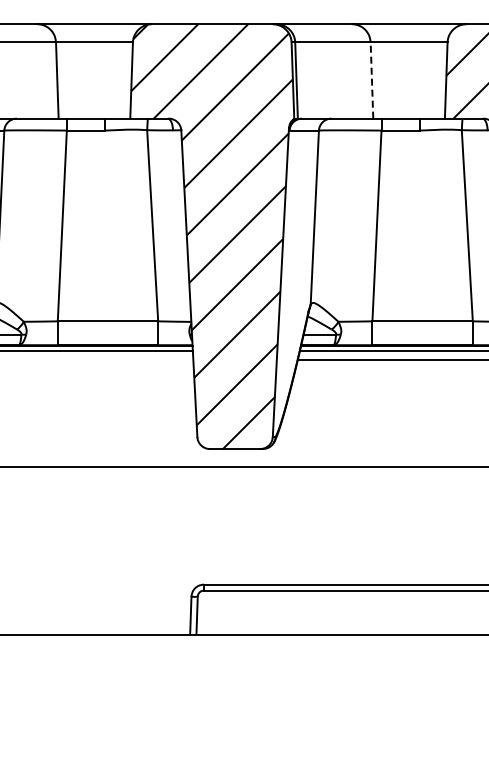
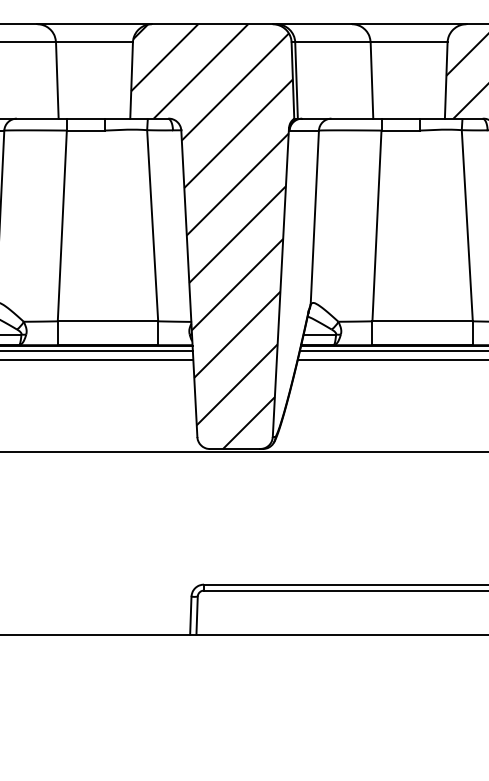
line at (371, 80): dashed -> solid
line at (97, 360): none -> present
line at (243, 467) position: (243, 467) -> (243, 452)
